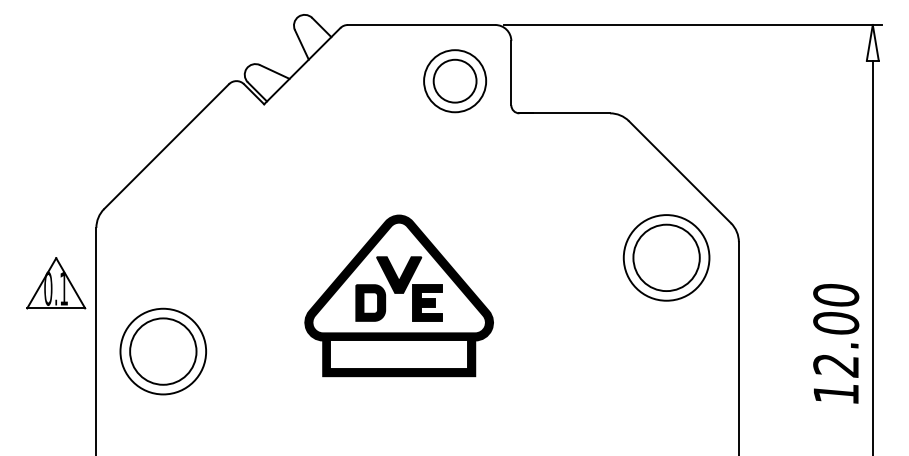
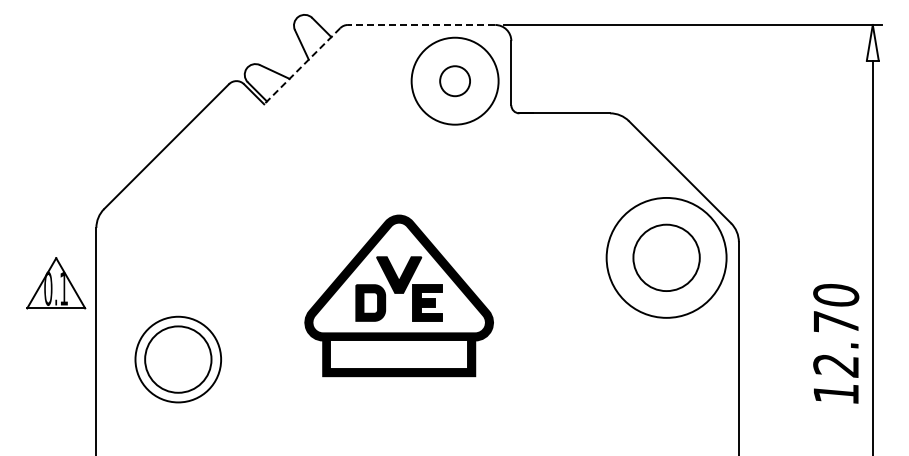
line at (421, 25): solid -> dashed
line at (302, 66): solid -> dashed
circle at (454, 80) diameter: 43 px -> 30 px
circle at (455, 81) diameter: 62 px -> 87 px
circle at (666, 257) diameter: 86 px -> 120 px
text at (836, 322): 12.00 -> 12.70
part at (162, 351) position: (162, 351) -> (177, 359)
